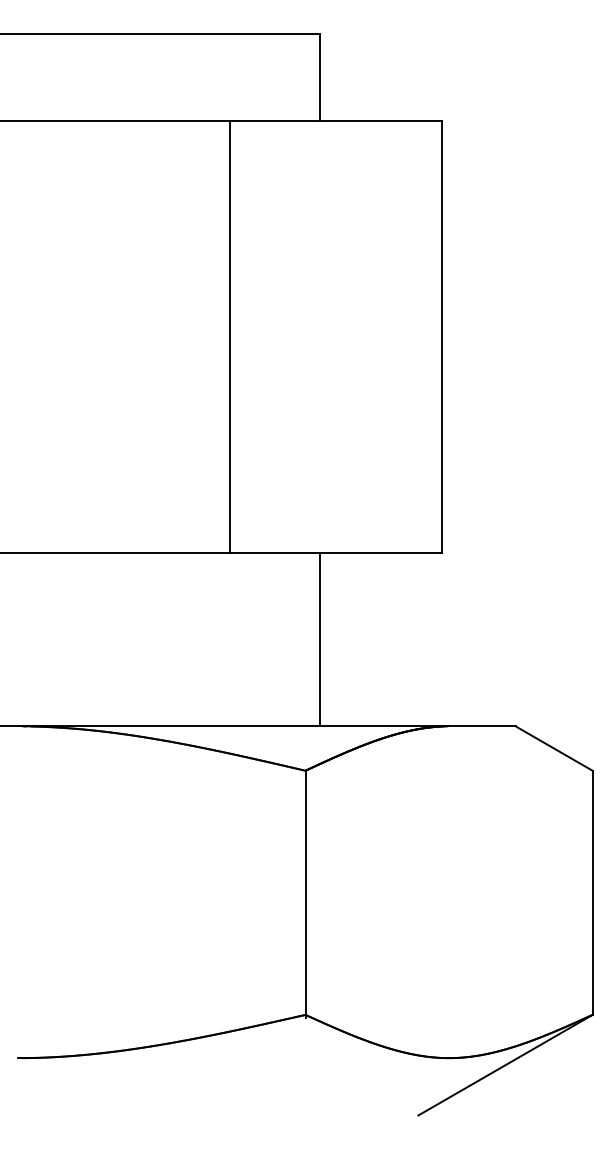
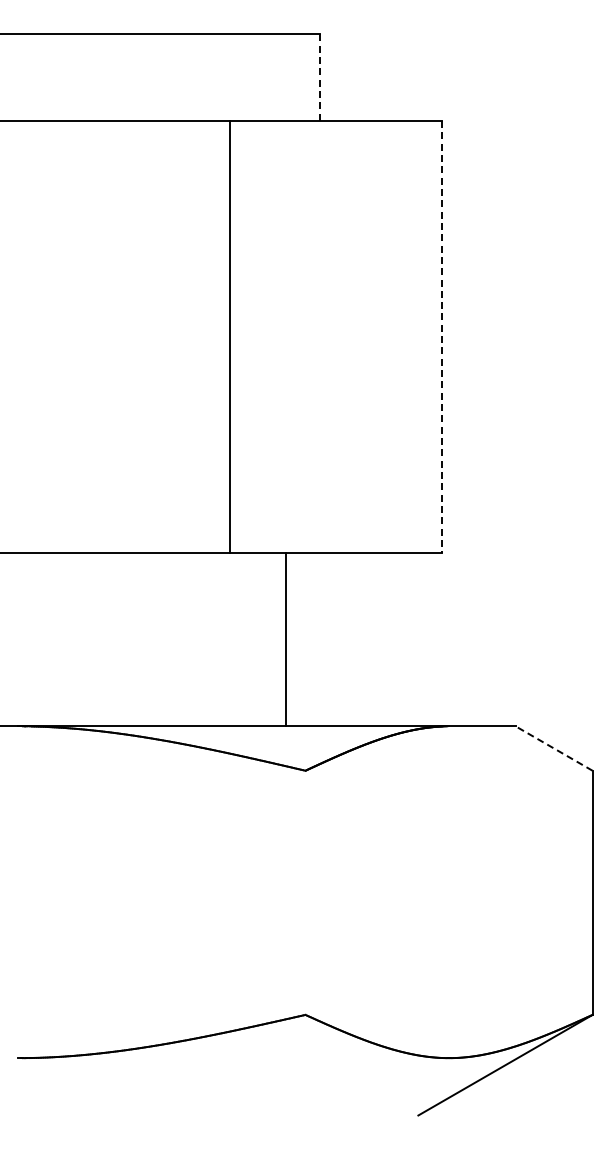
line at (319, 78): solid -> dashed
line at (441, 337): solid -> dashed
line at (319, 639) position: (319, 639) -> (285, 639)
line at (553, 748): solid -> dashed
line at (305, 893): present -> none
